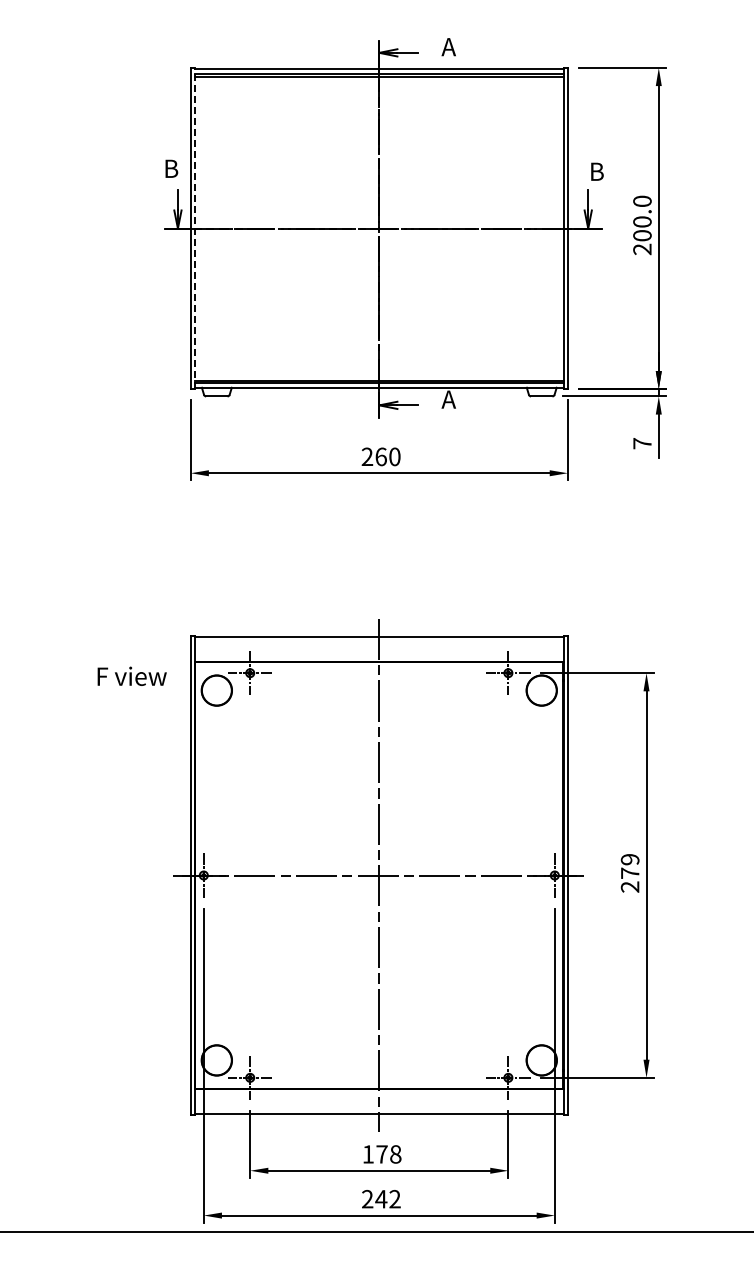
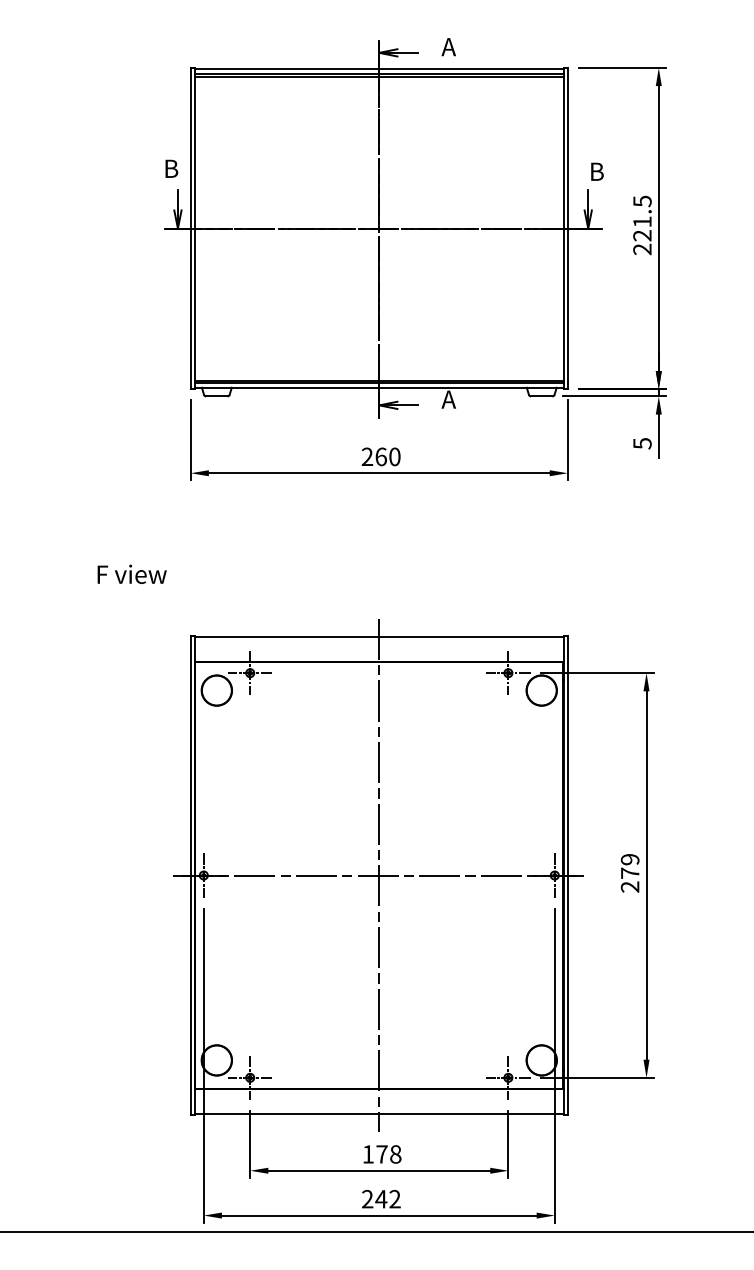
text at (642, 218): 200.0 -> 221.5
line at (195, 228): dashed -> solid
text at (642, 443): 7 -> 5
text at (131, 675) position: (131, 675) -> (131, 573)
